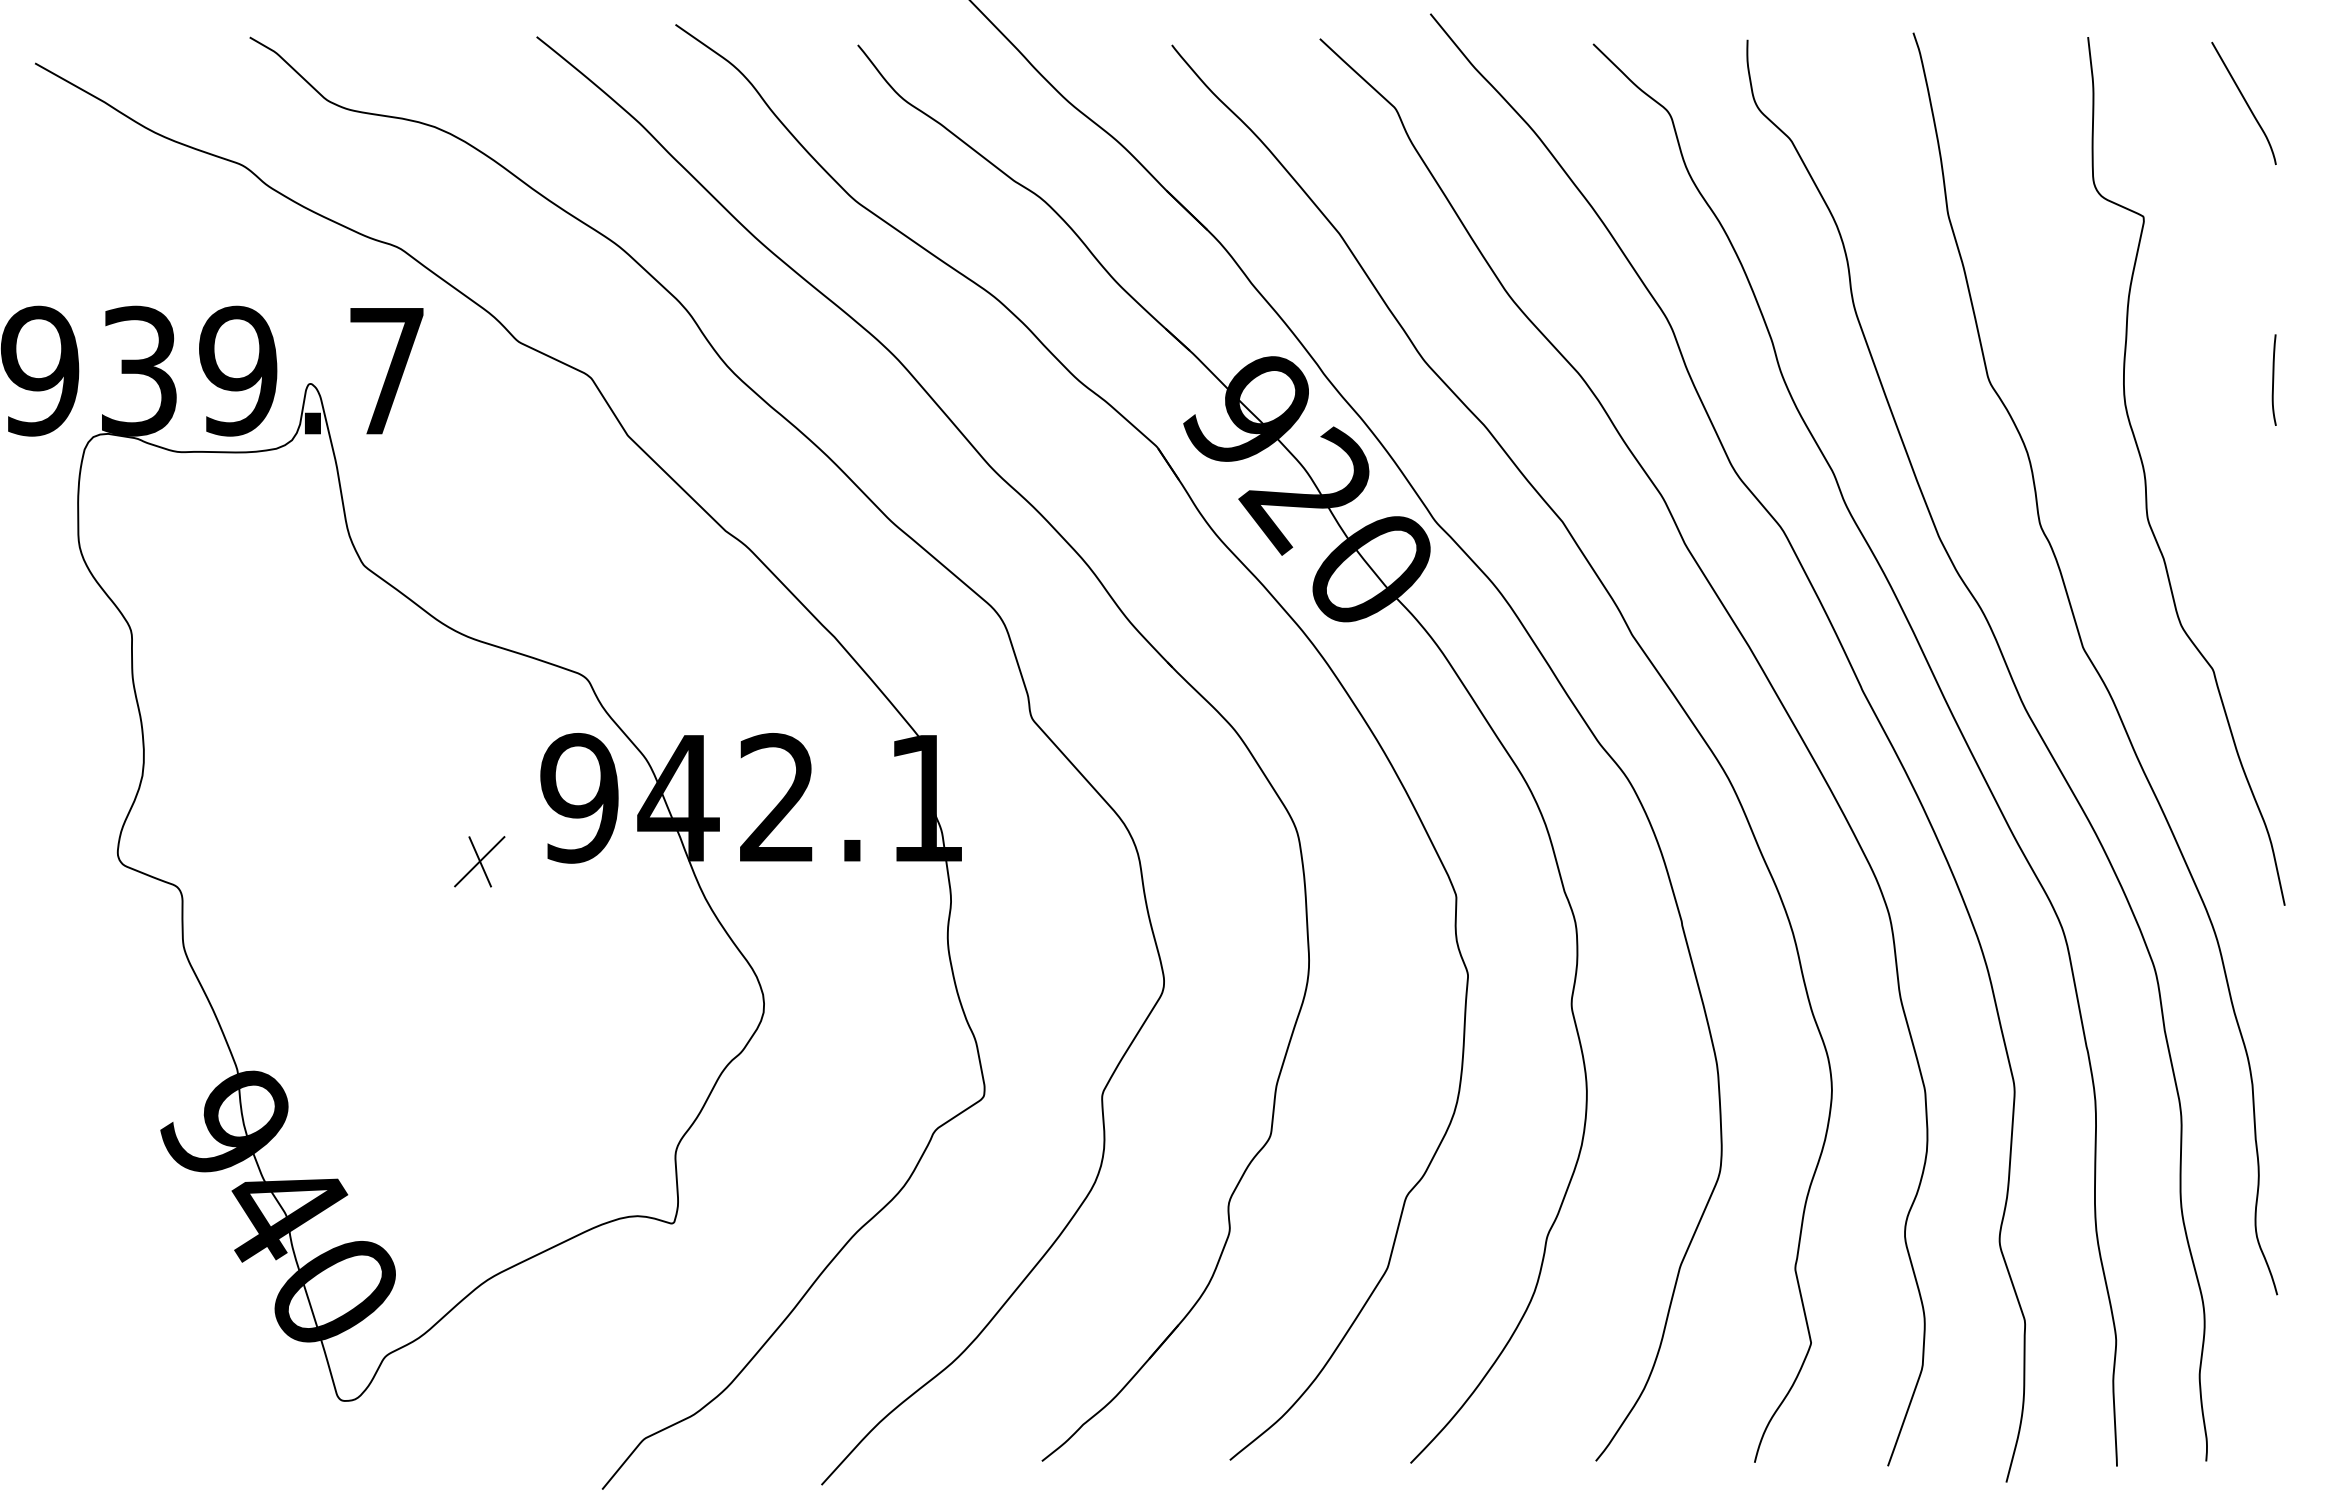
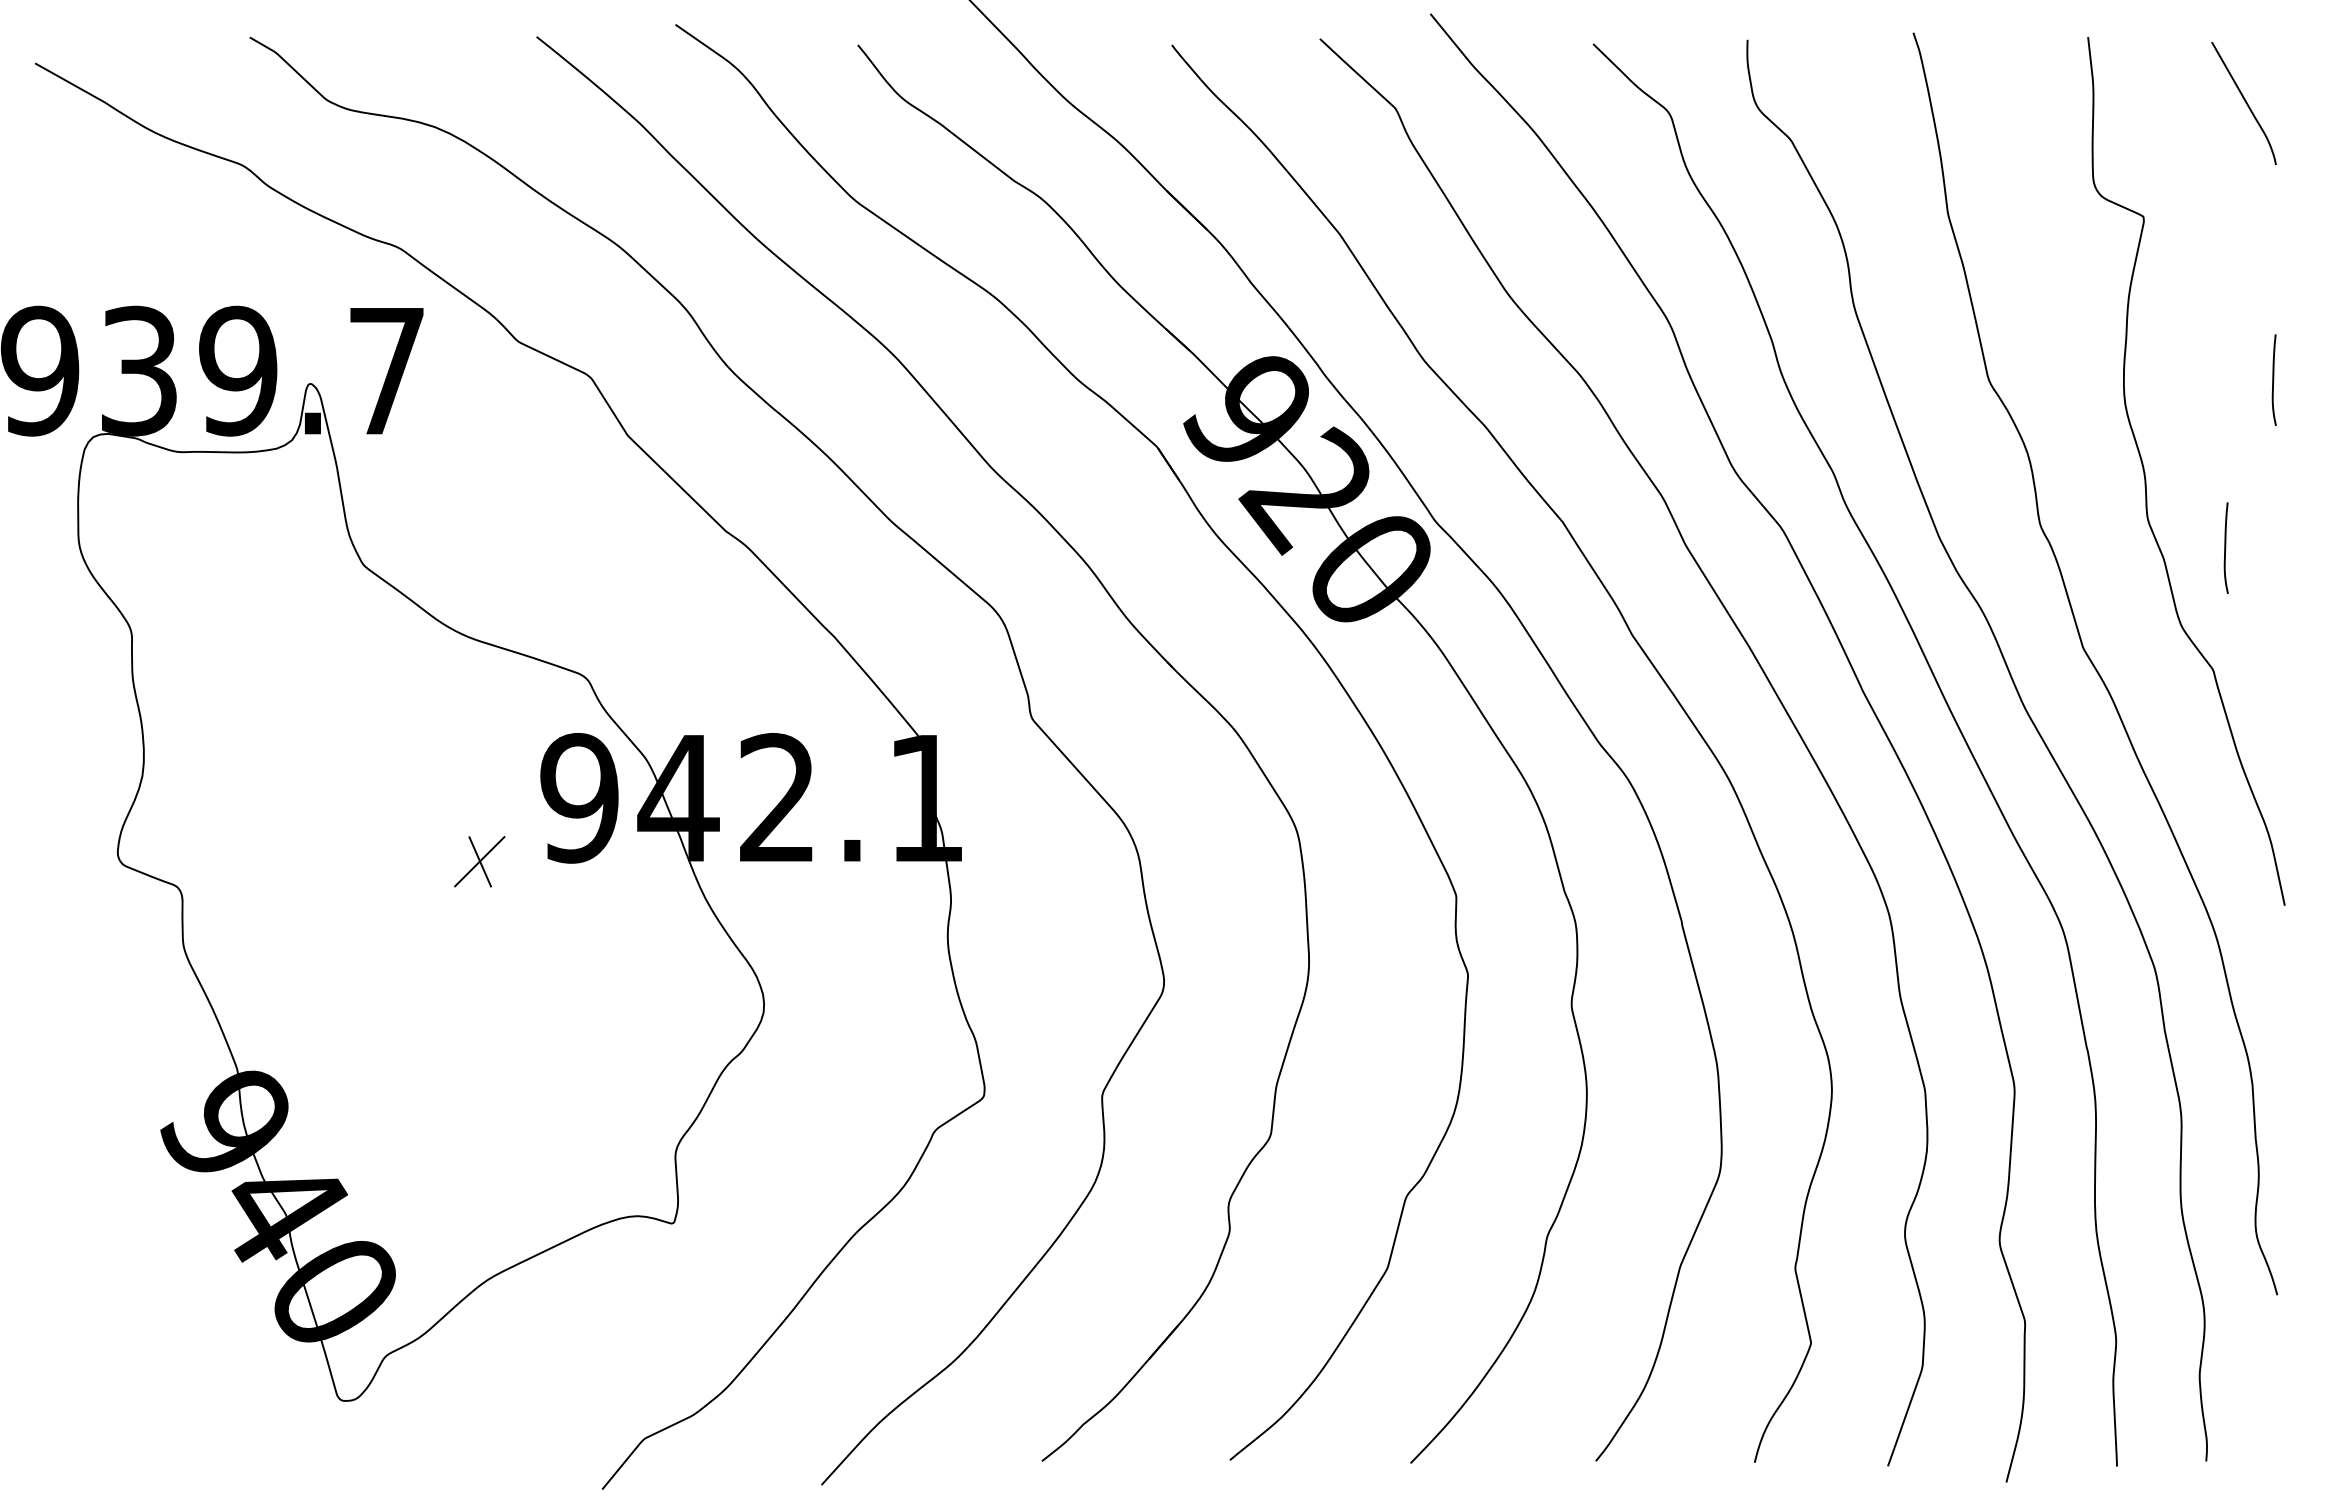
curve at (2225, 547): none -> present
